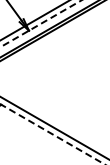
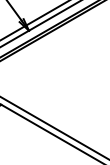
line at (41, 23): dashed -> solid
line at (53, 134): dashed -> solid
